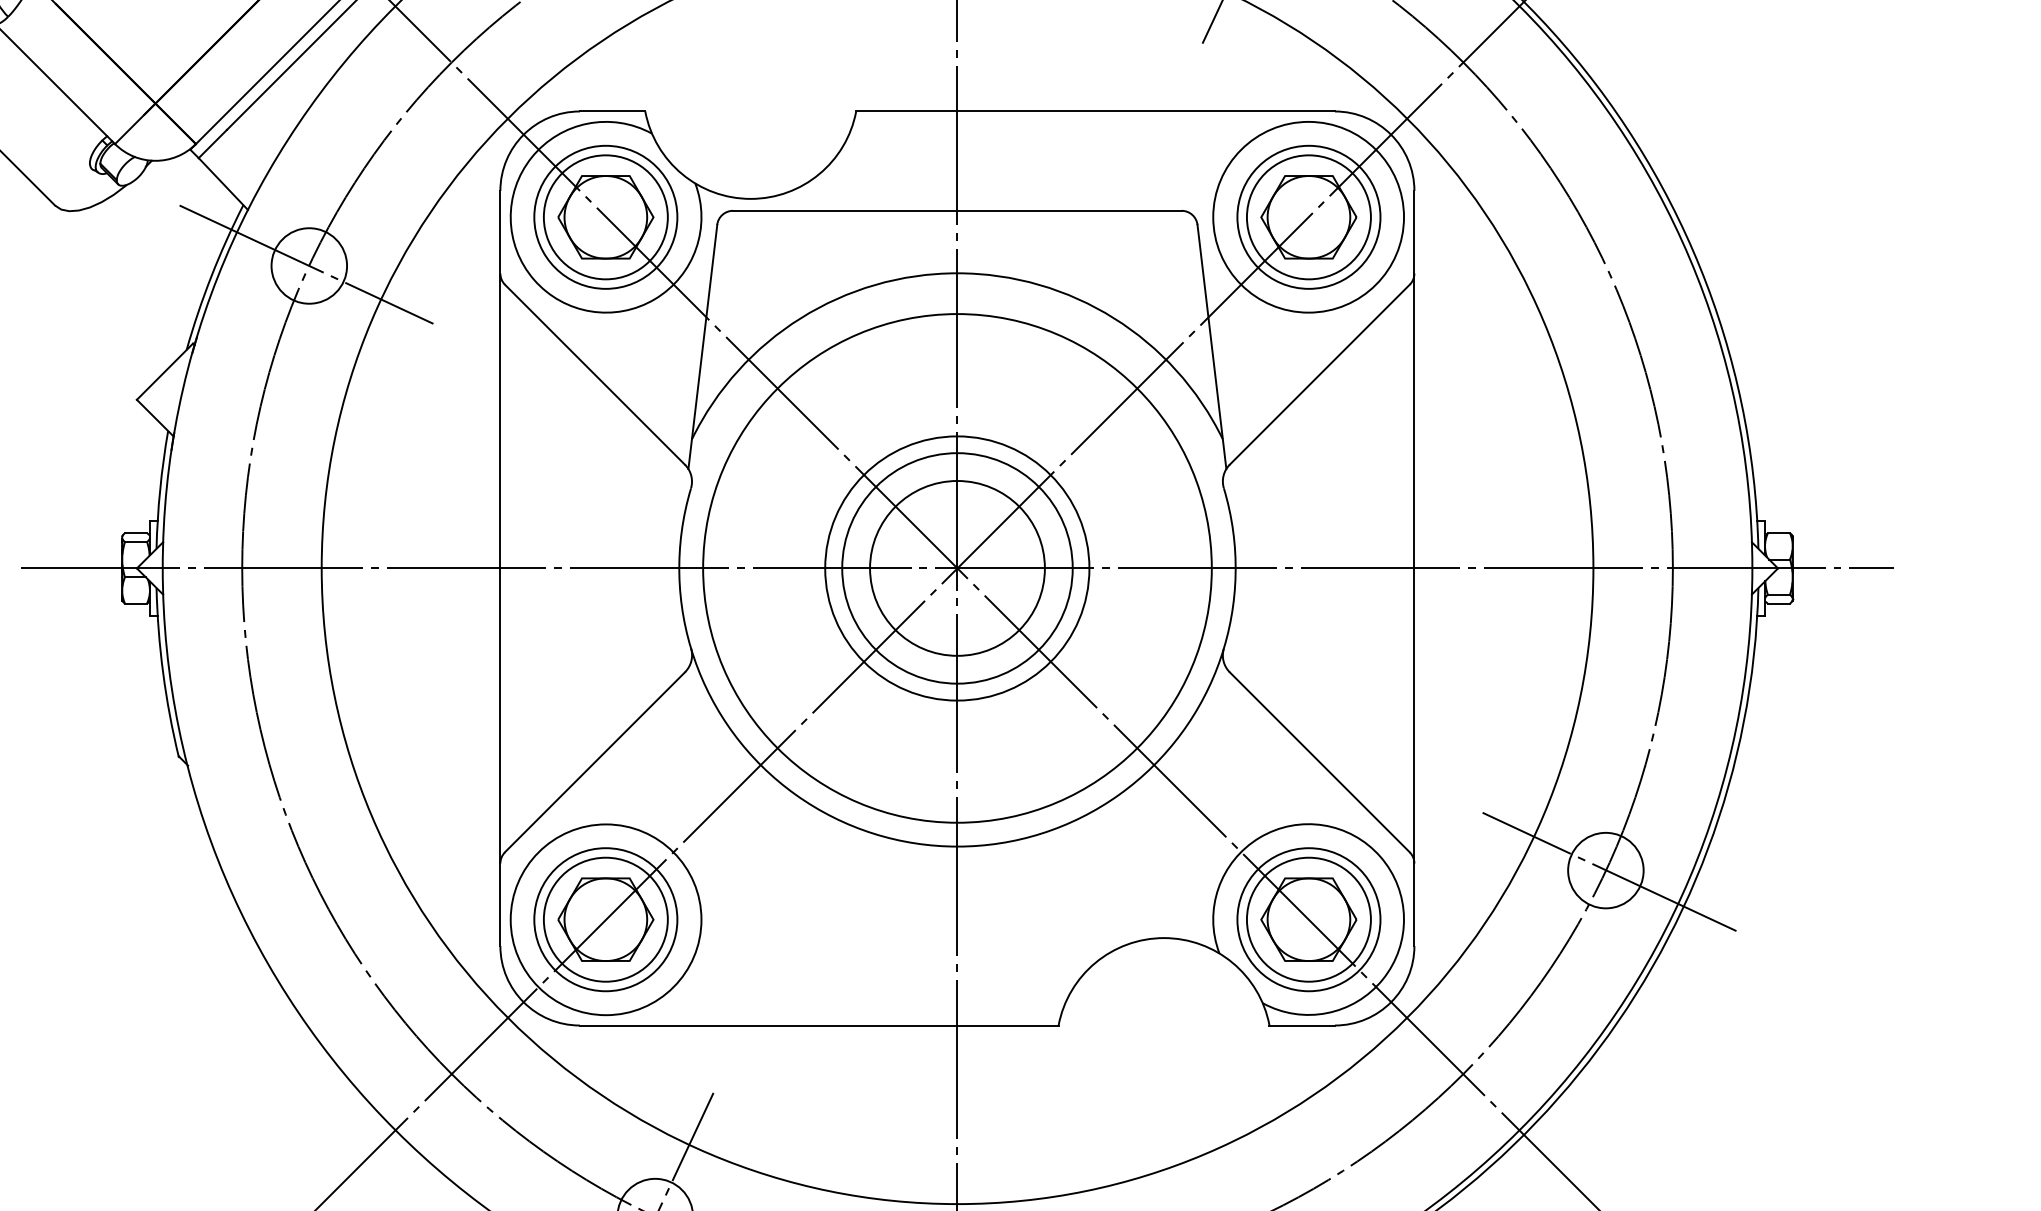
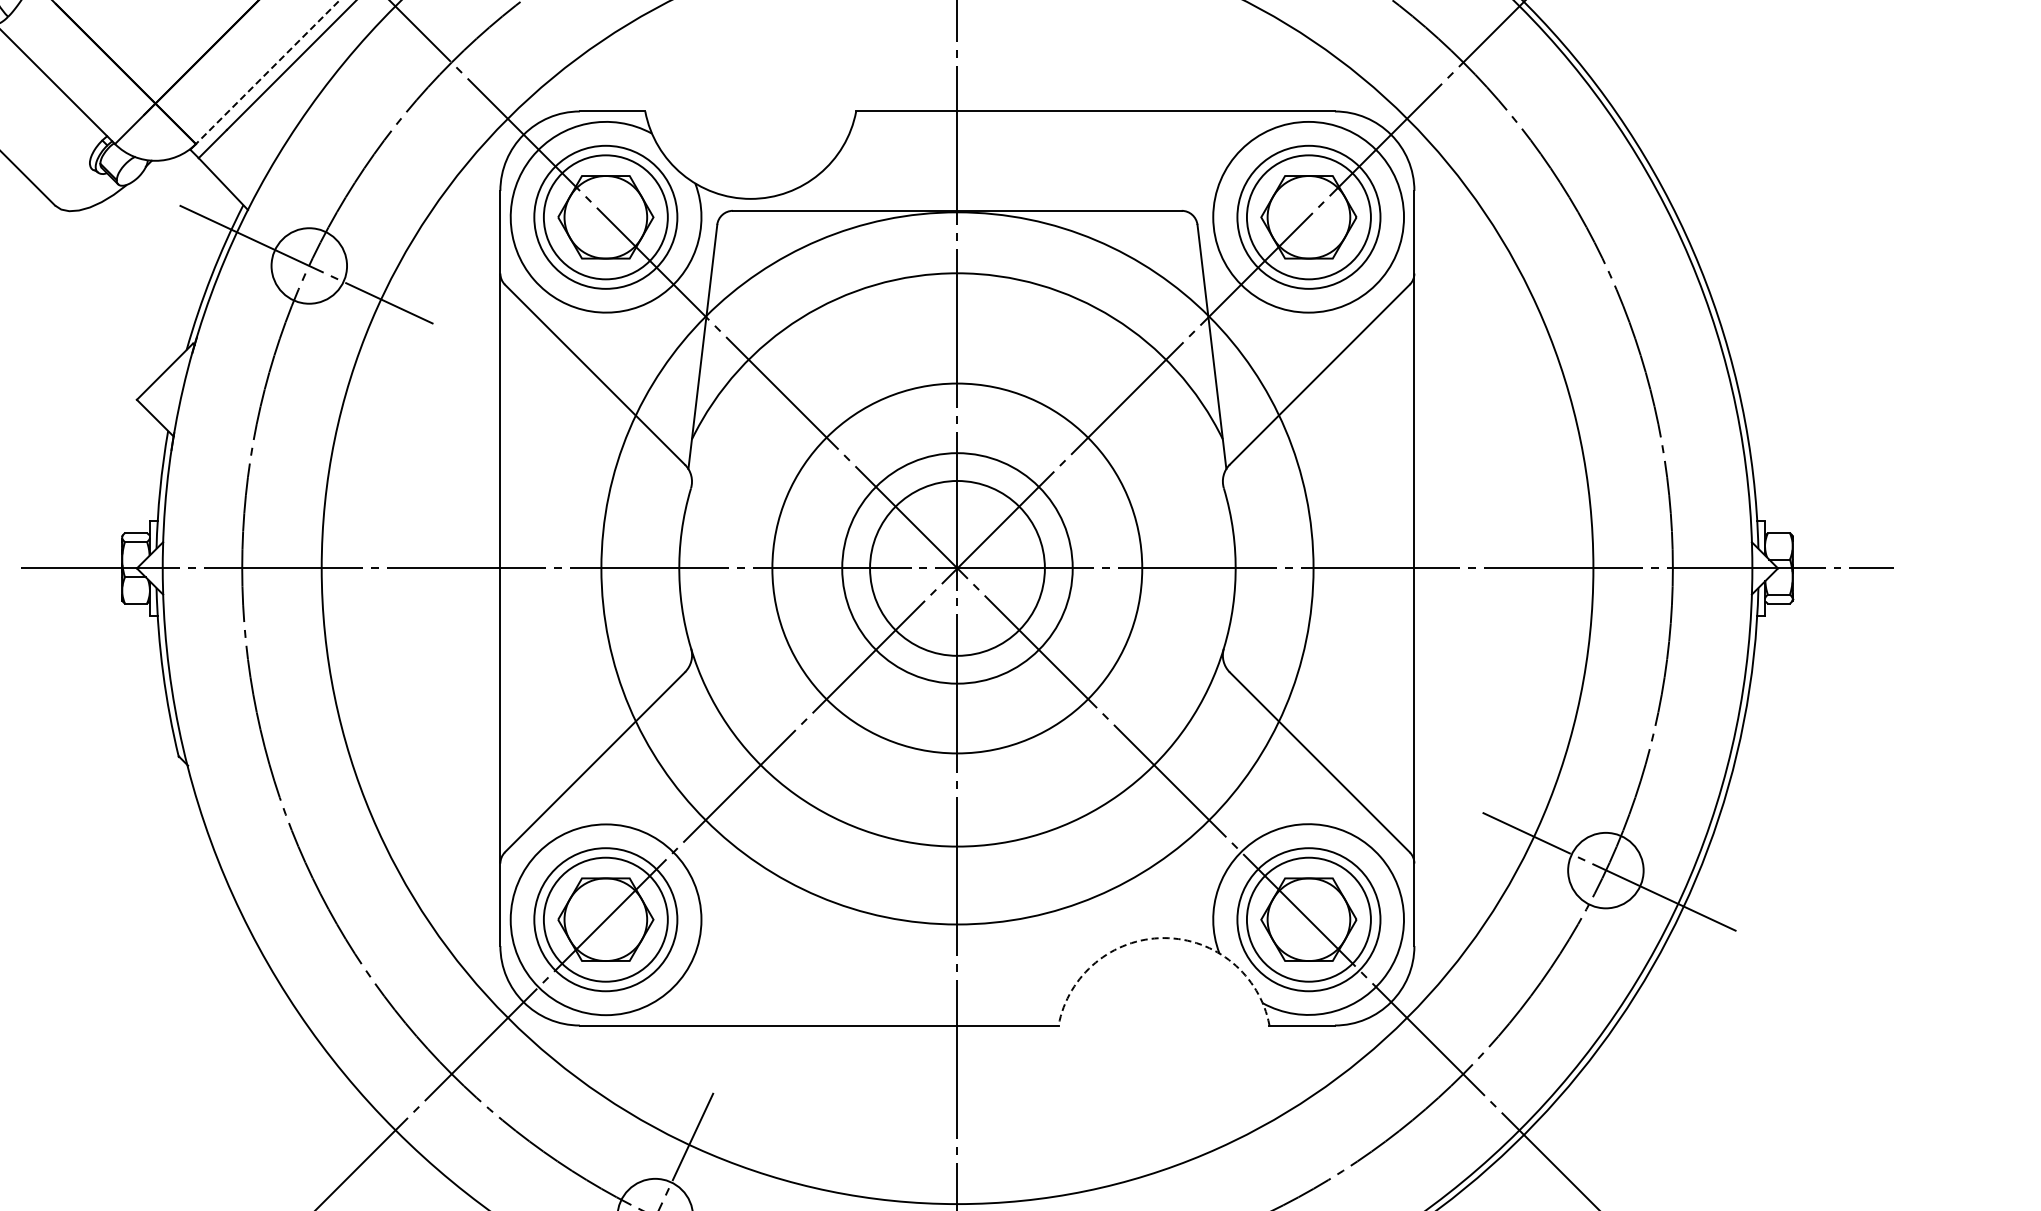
line at (1211, 22): present -> none
line at (267, 72): solid -> dashed
circle at (957, 568) diameter: 264 px -> 370 px
circle at (957, 568) diameter: 509 px -> 712 px
arc at (1164, 938): solid -> dashed
